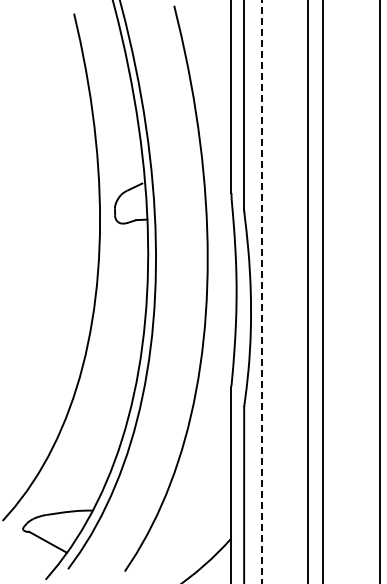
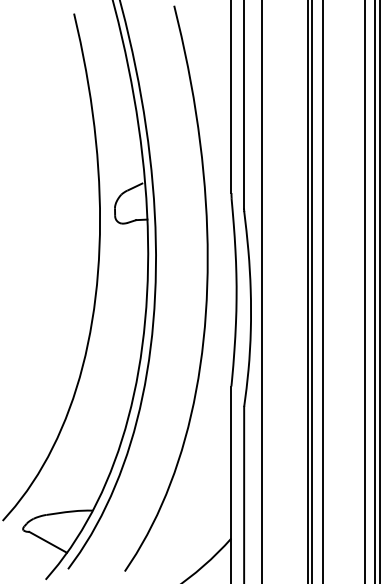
line at (261, 291): dashed -> solid
line at (312, 291): none -> present
line at (364, 291): none -> present
line at (375, 291): none -> present
